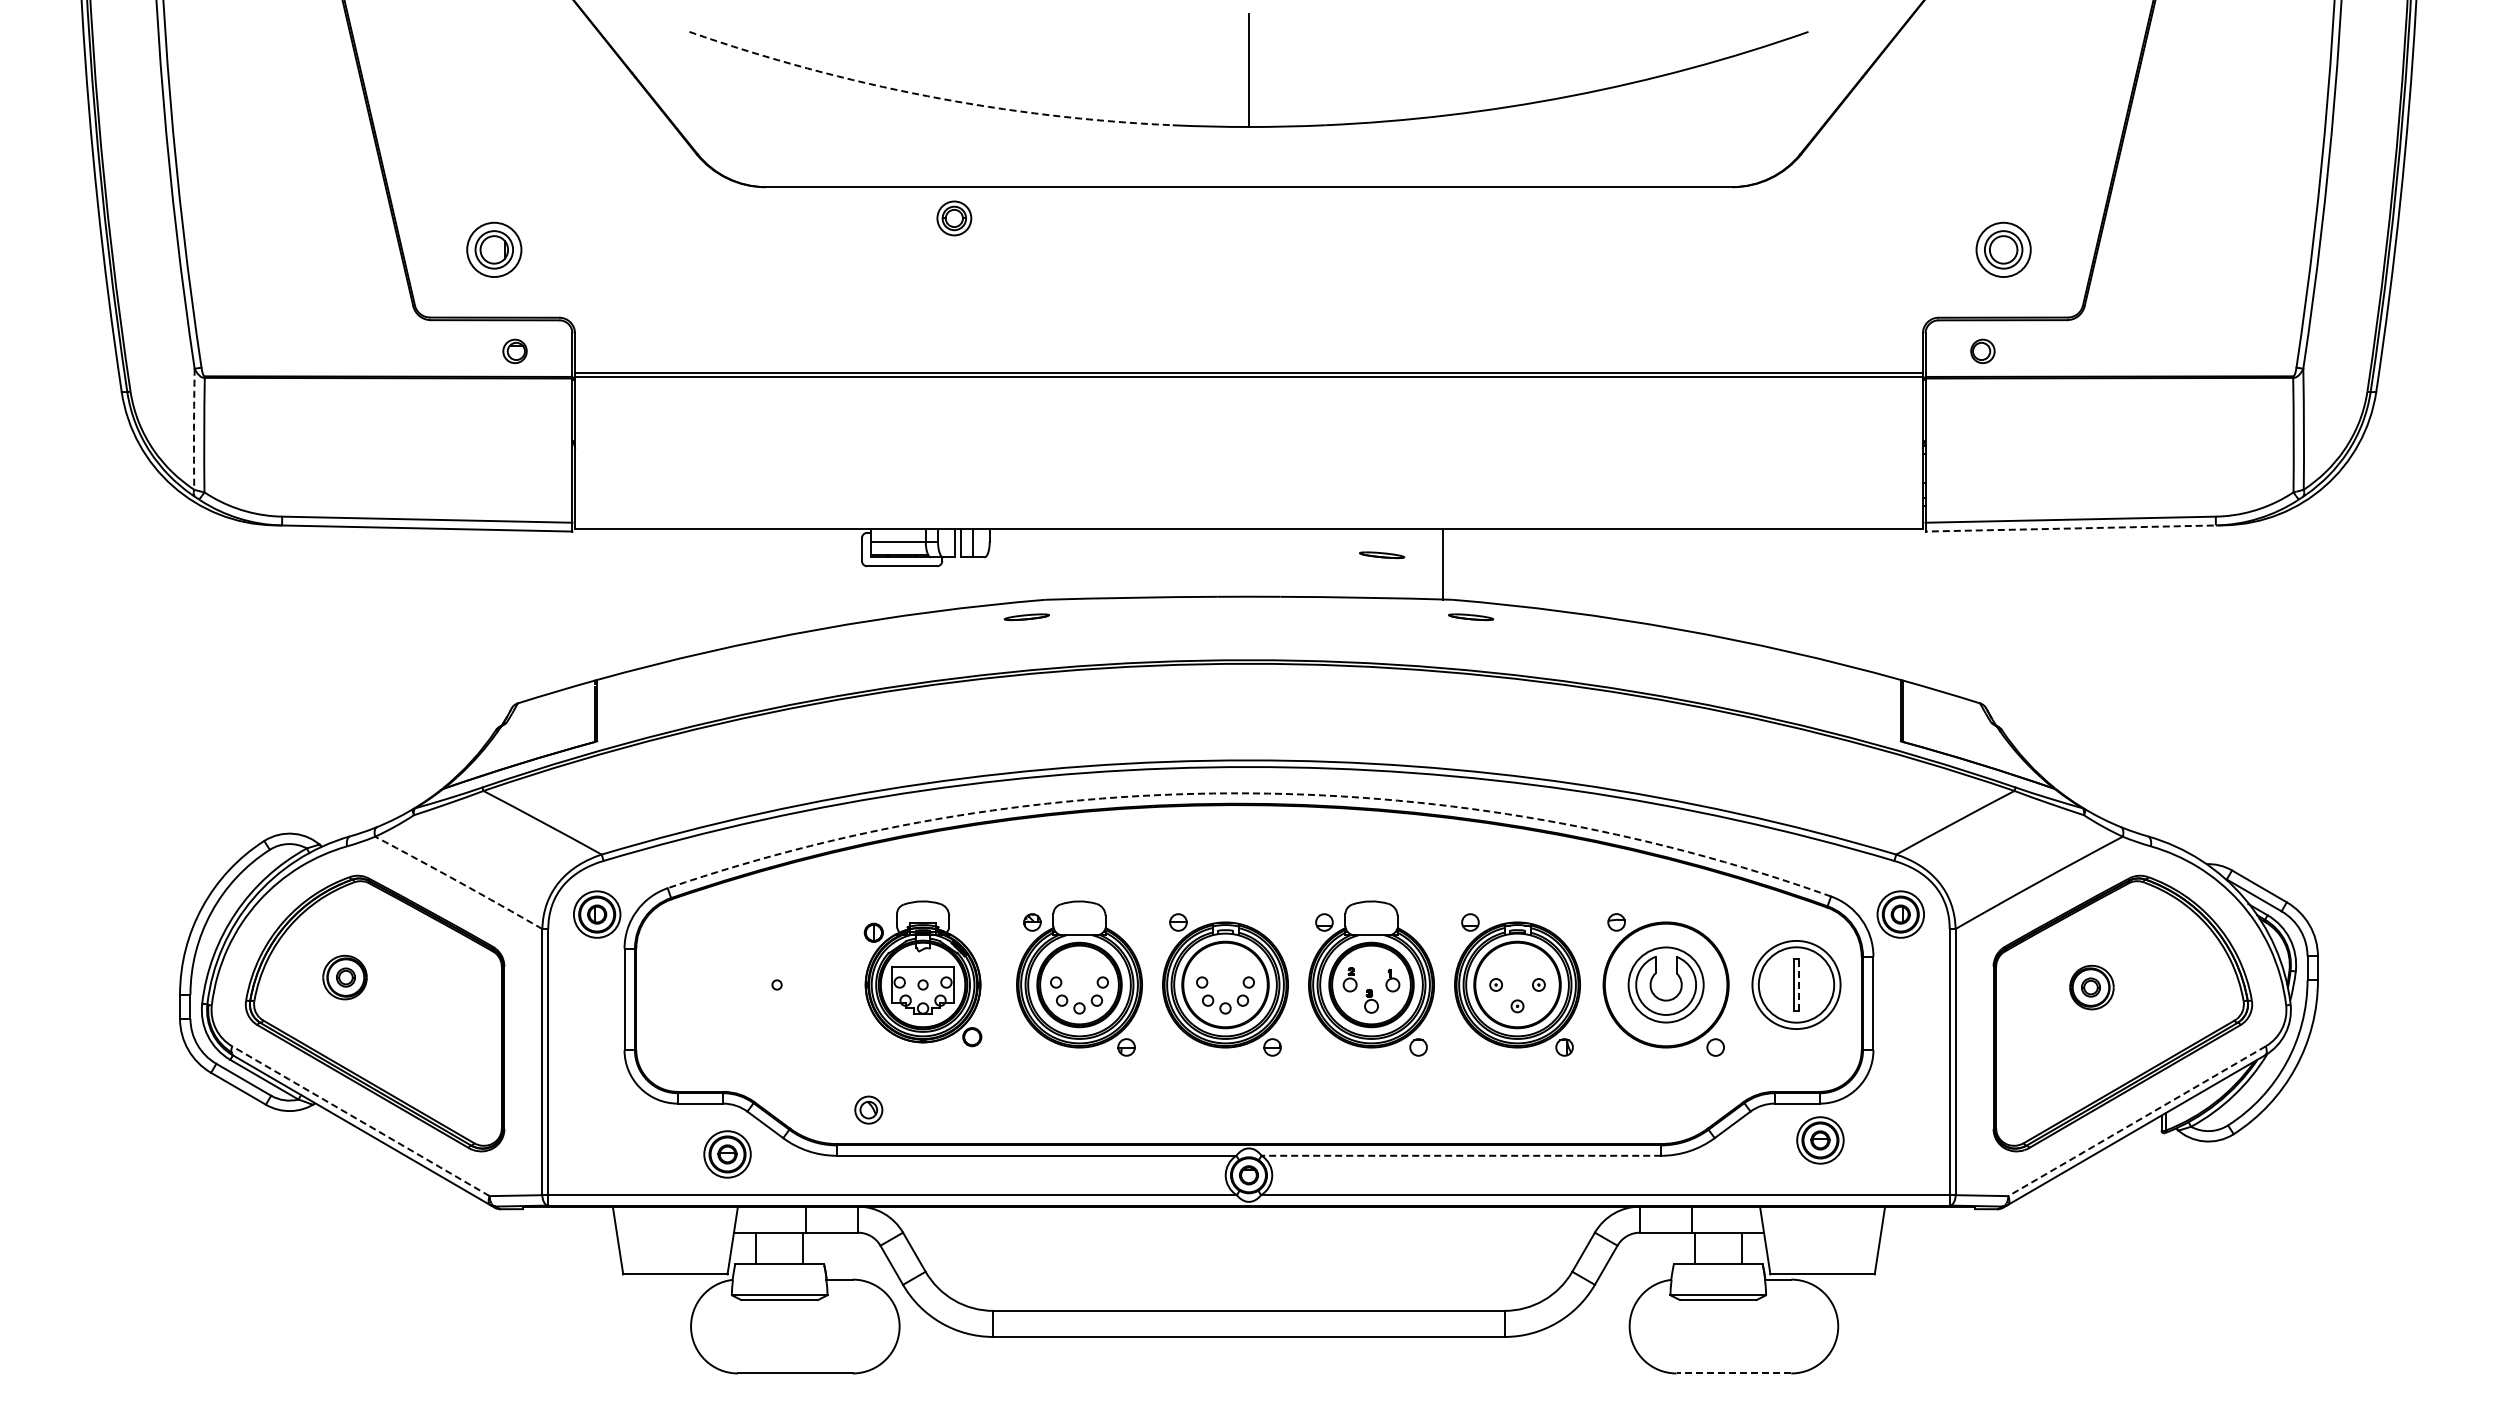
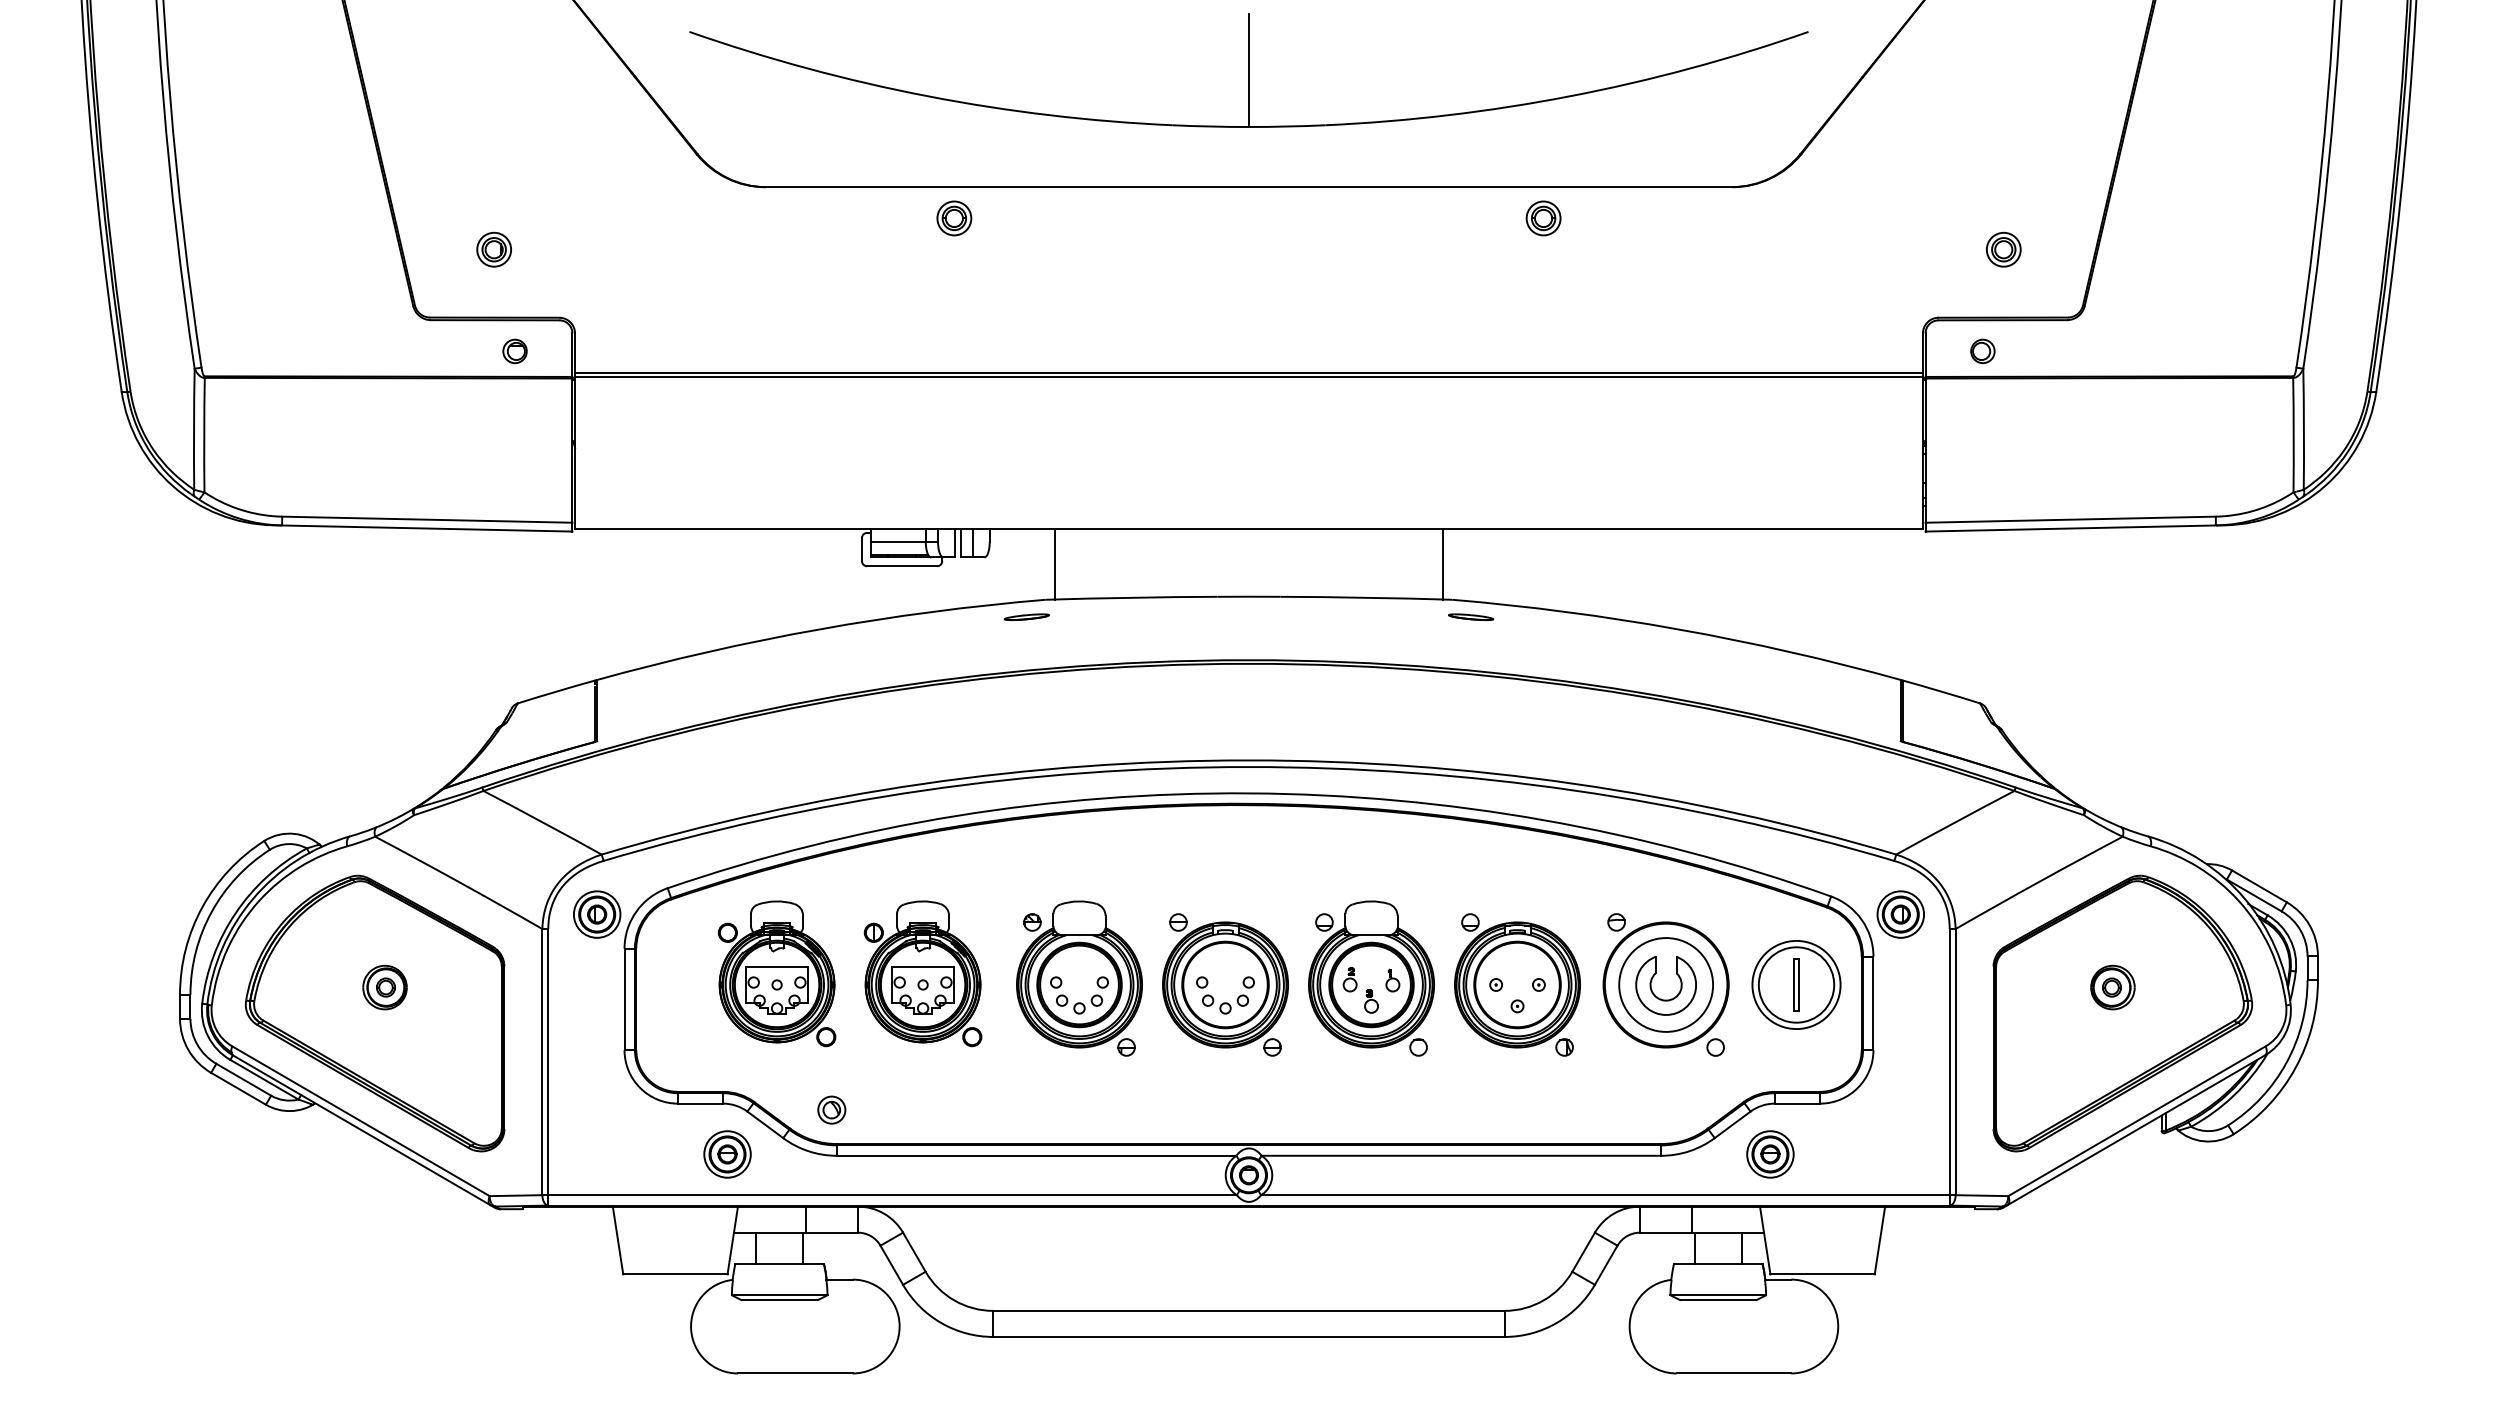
arc at (927, 96): dashed -> solid
part at (1543, 218): none -> present
part at (494, 249) size: 57x57 px -> 36x37 px
part at (2003, 249) size: 57x57 px -> 36x37 px
arc at (194, 429): dashed -> solid
line at (2075, 528): dashed -> solid
part at (1382, 554): present -> none
line at (1054, 563): none -> present
arc at (1250, 793): dashed -> solid
arc at (459, 882): dashed -> solid
part at (776, 973): none -> present
part at (344, 977) position: (344, 977) -> (384, 987)
circle at (1665, 984) diameter: 75 px -> 94 px
line at (1799, 984): dashed -> solid
part at (2091, 987) position: (2091, 987) -> (2112, 987)
part at (868, 1109) position: (868, 1109) -> (831, 1109)
line at (361, 1121): dashed -> solid
line at (2136, 1121): dashed -> solid
part at (1820, 1140) position: (1820, 1140) -> (1770, 1154)
line at (1461, 1155): dashed -> solid
line at (1733, 1373): dashed -> solid
